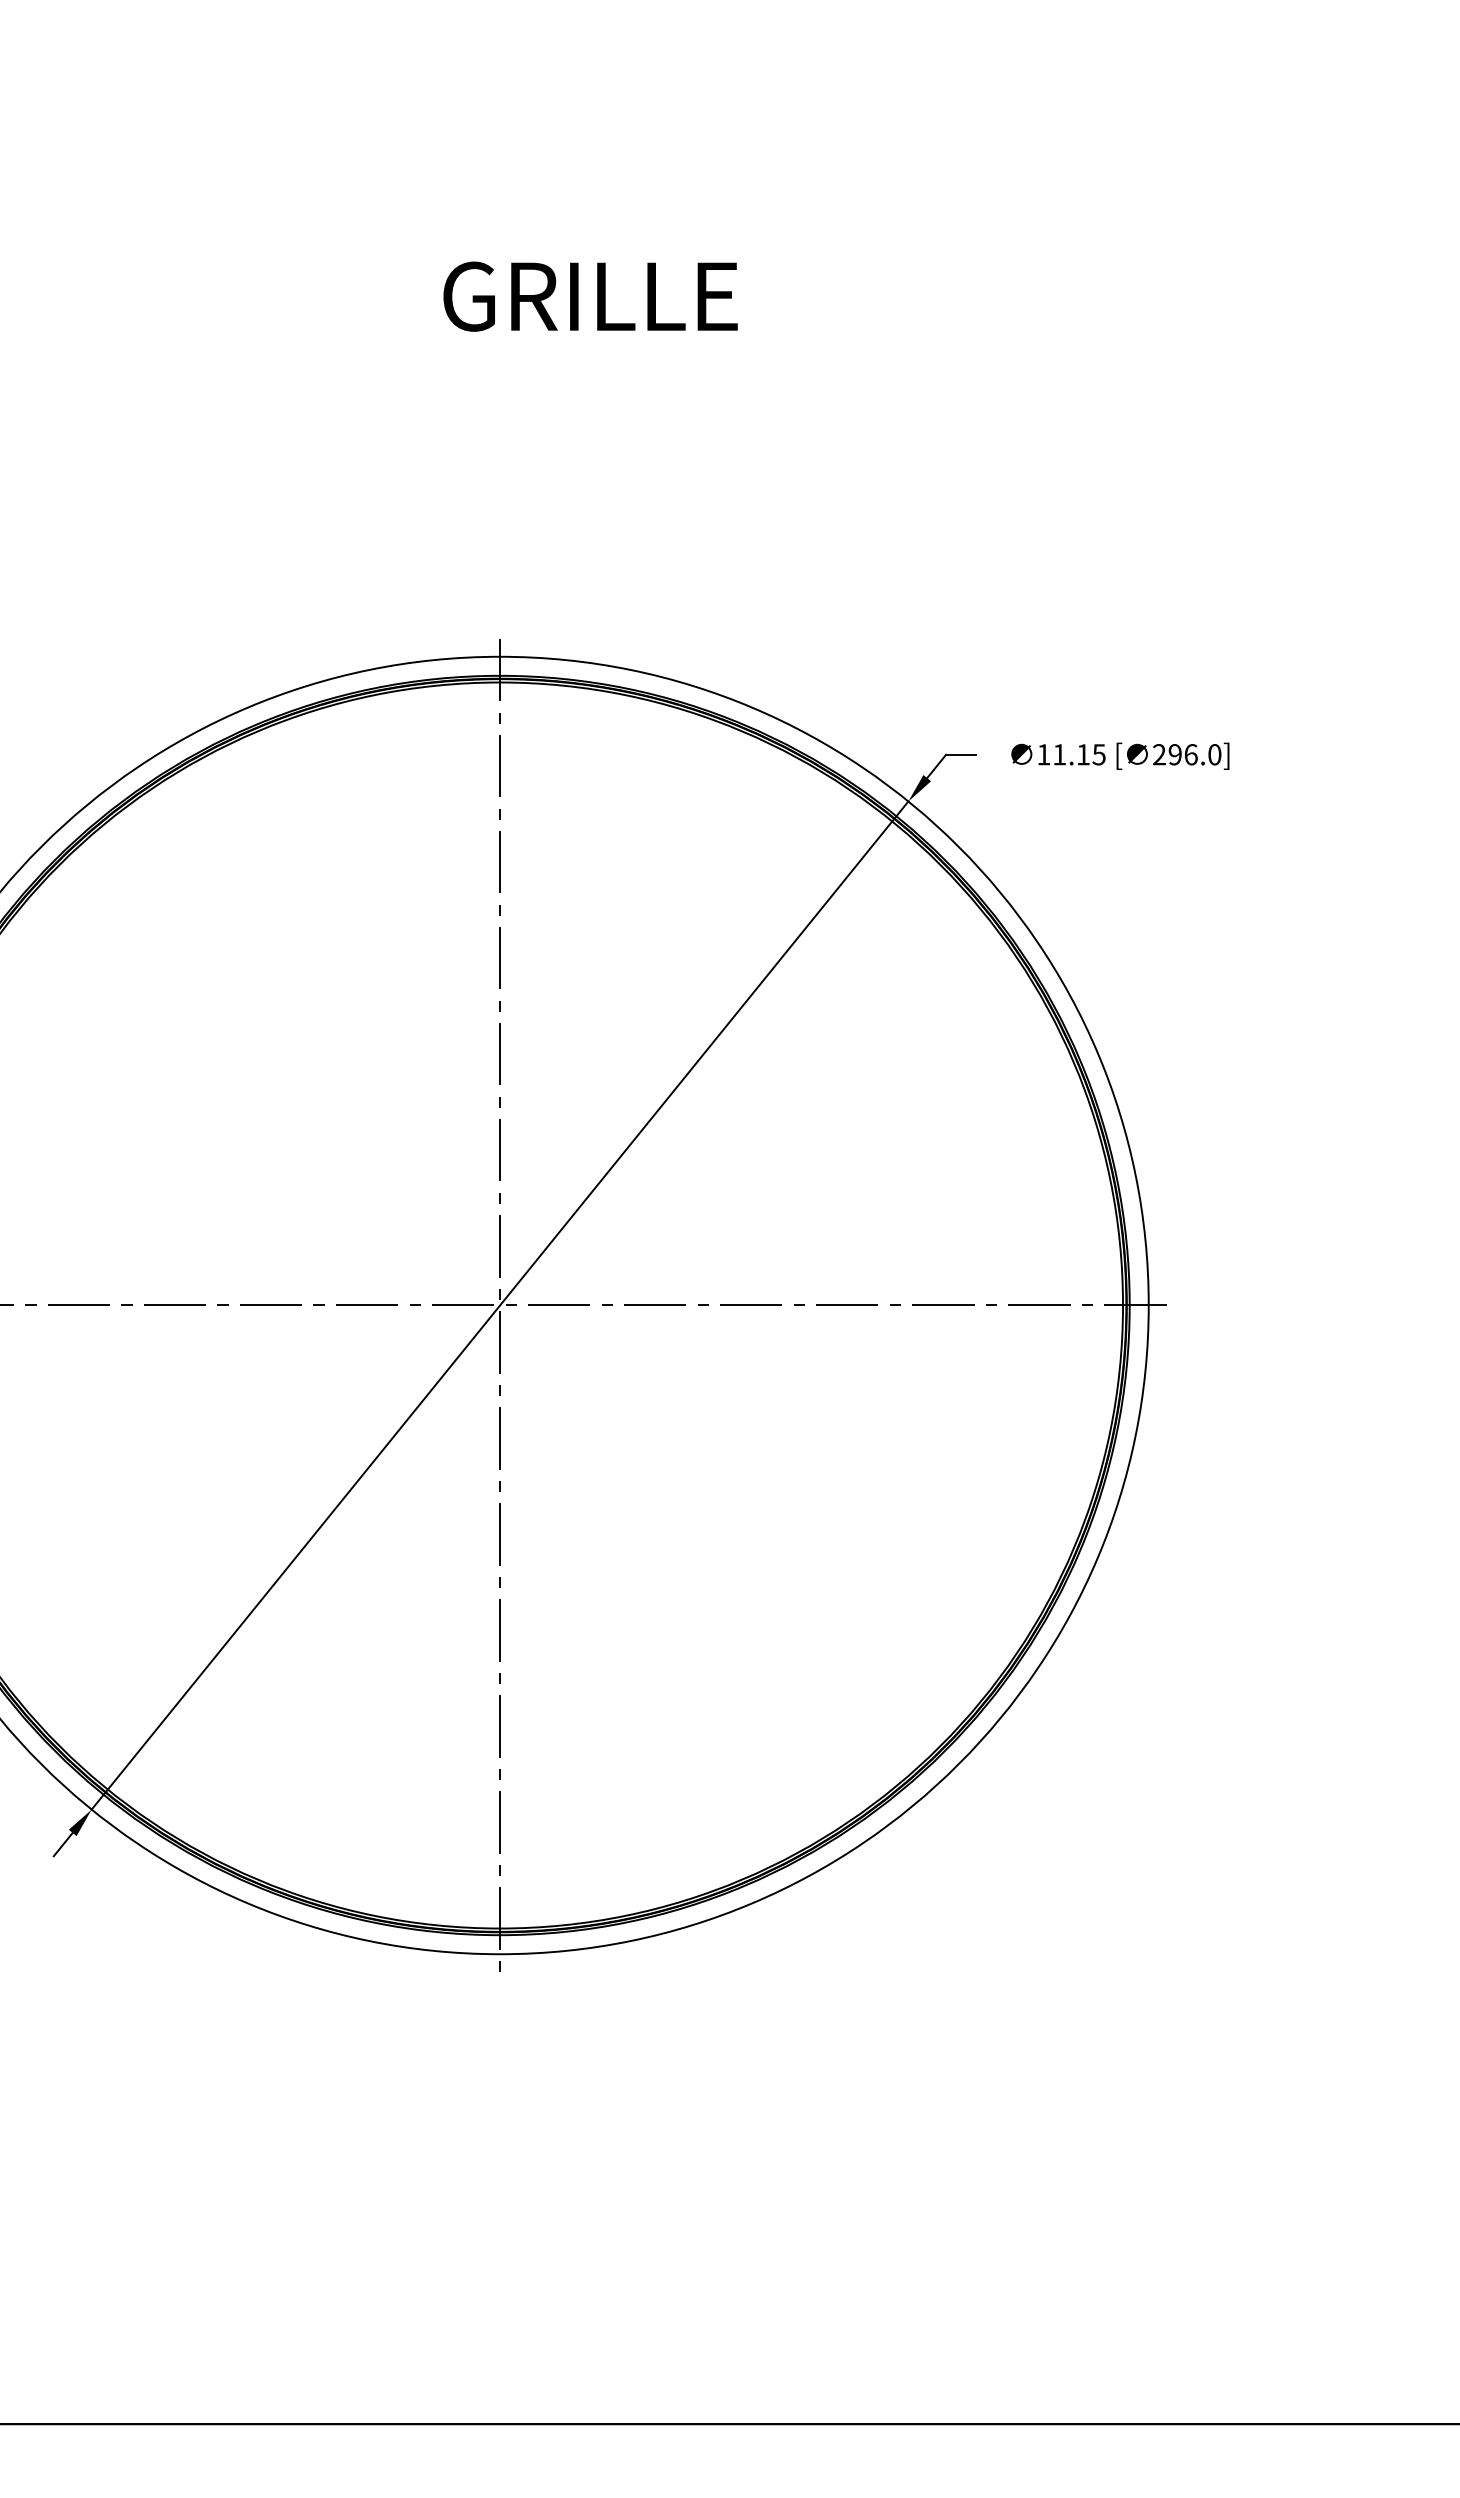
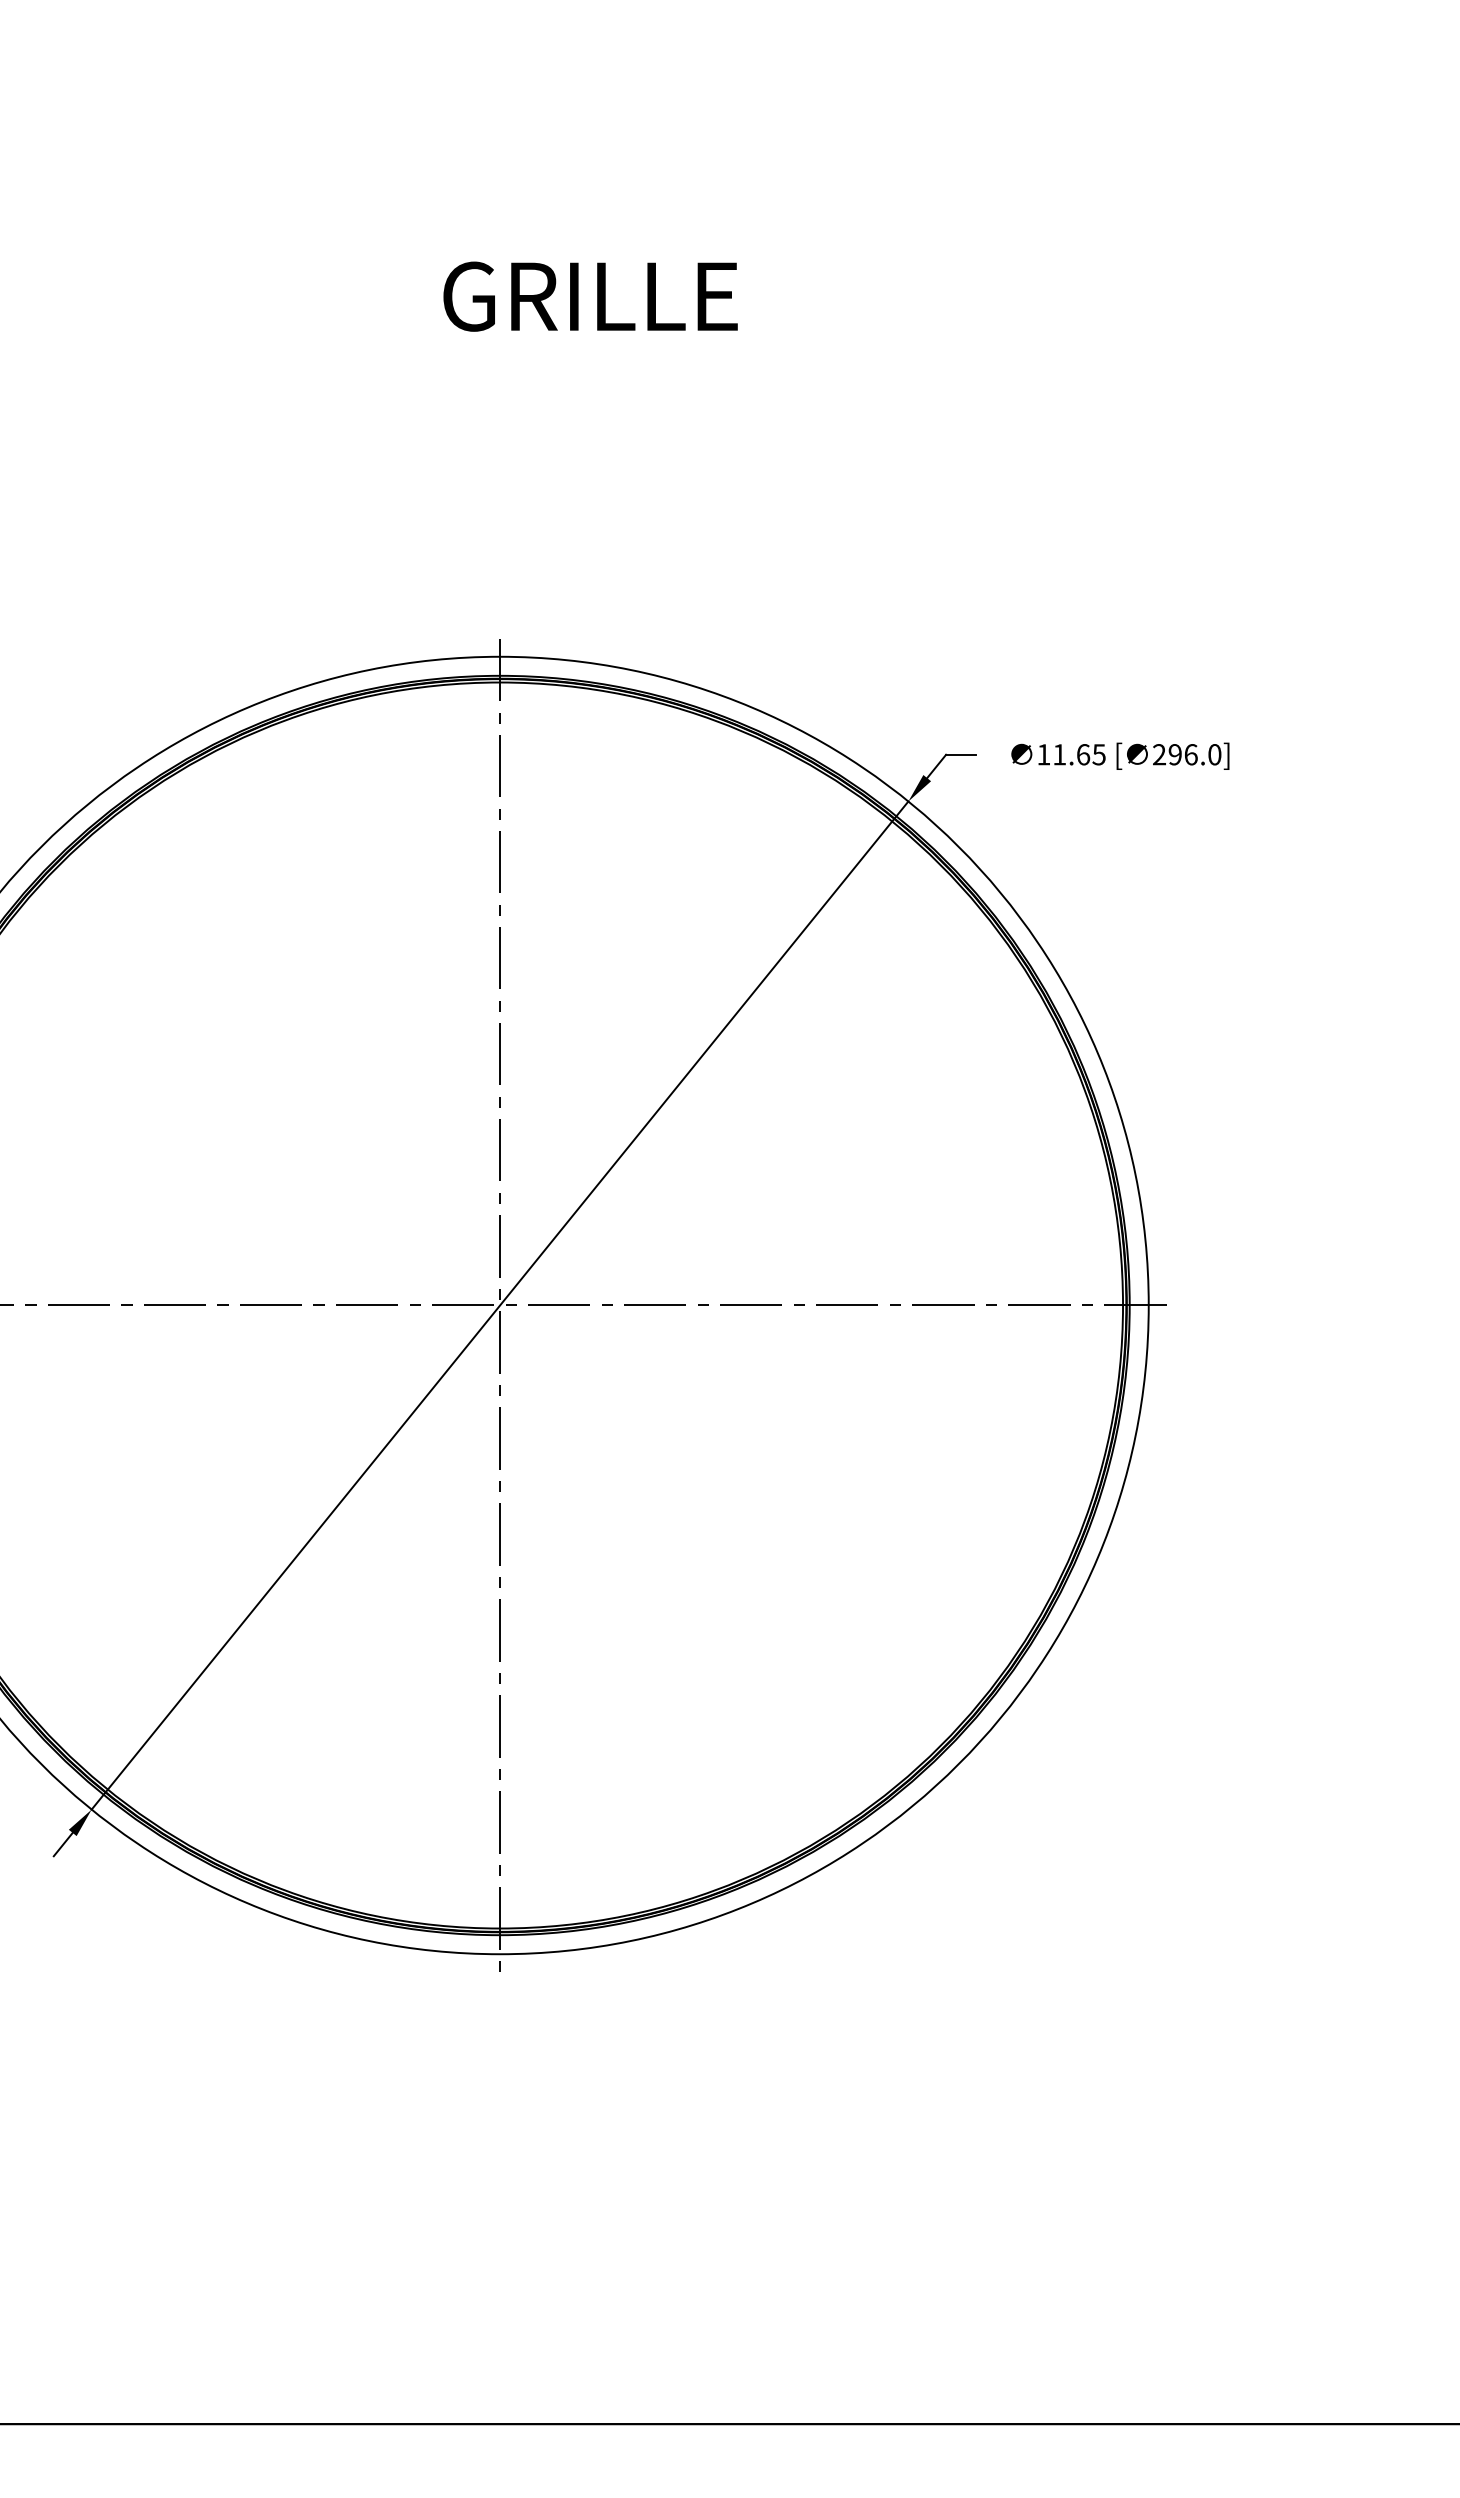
text at (1083, 754): 11.15 -> 11.65
